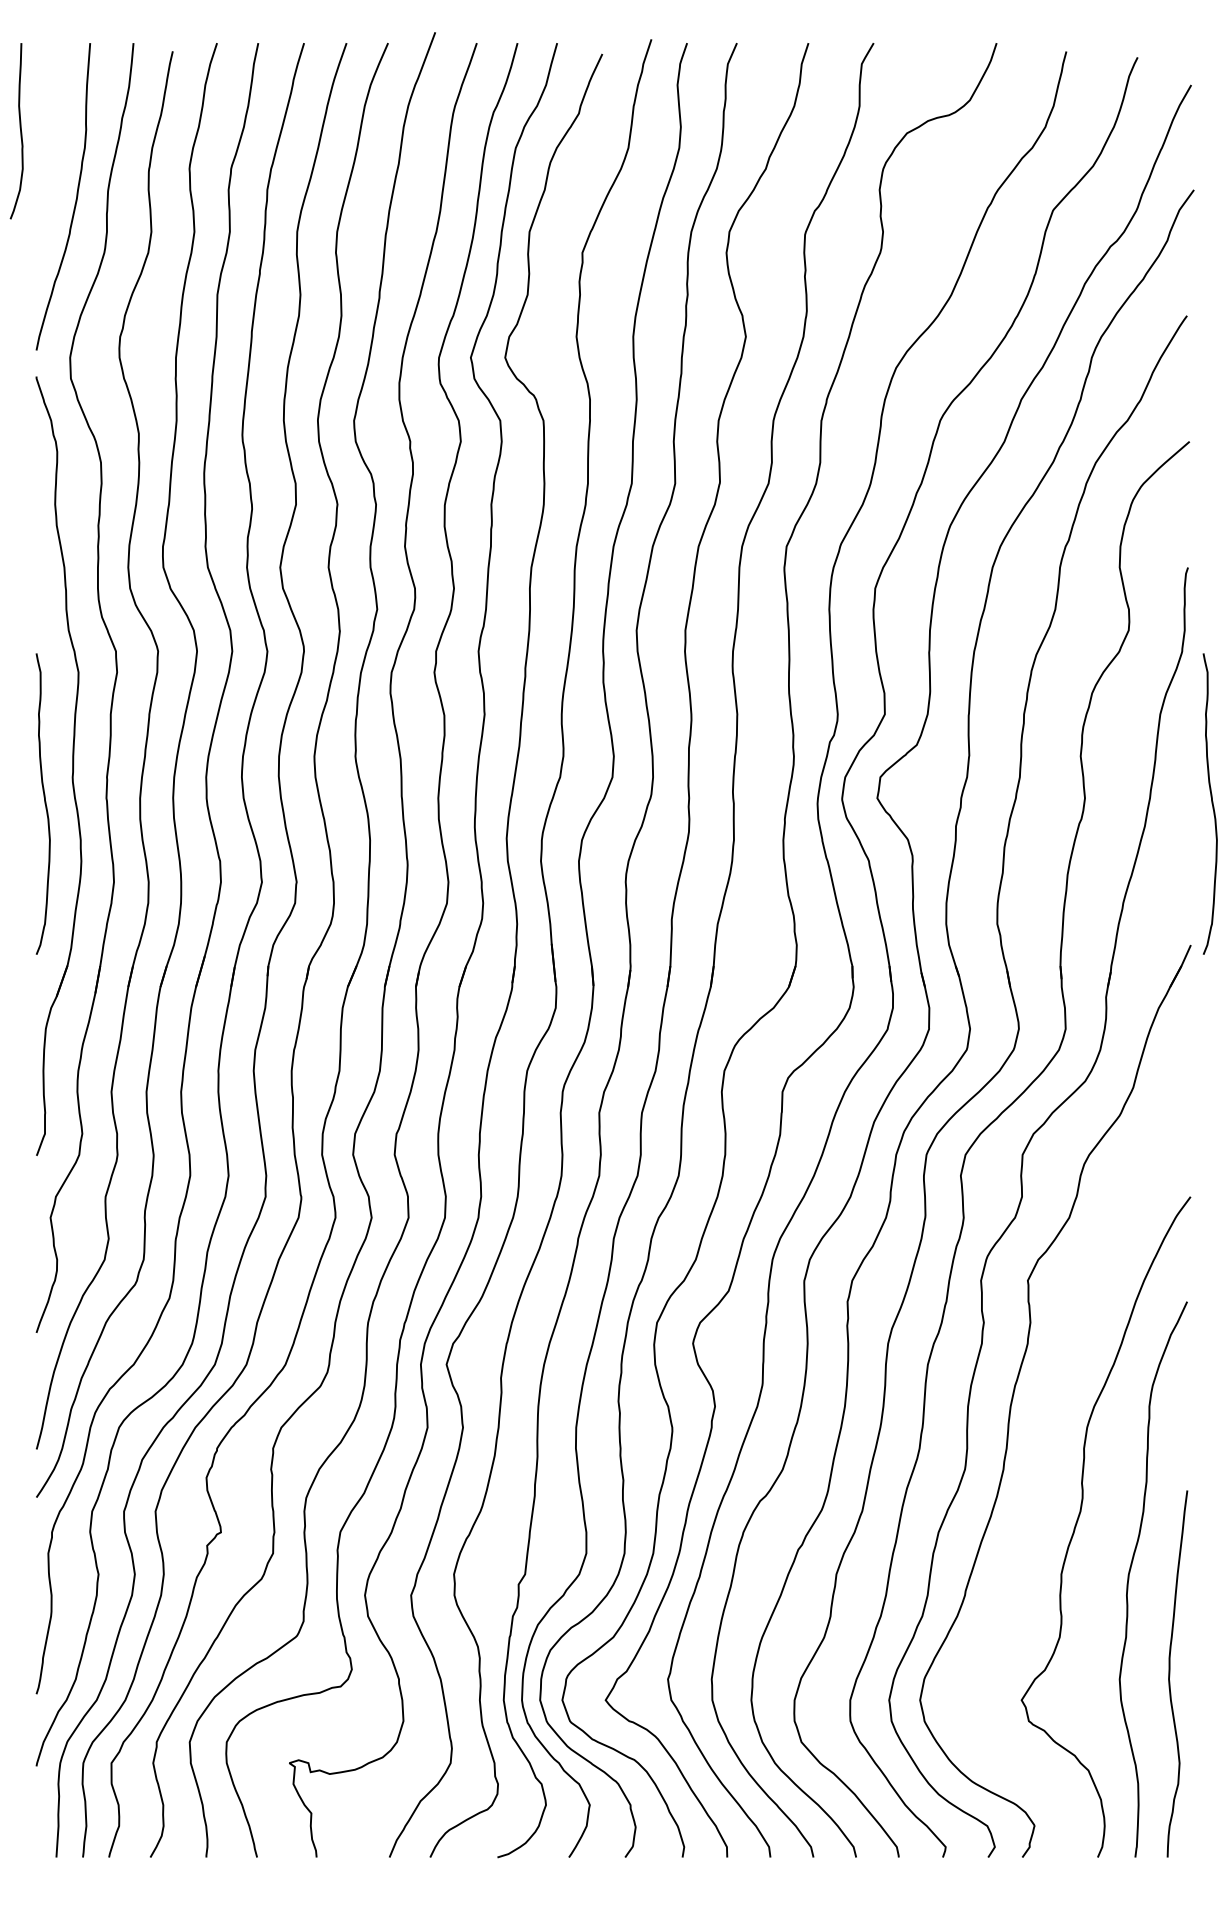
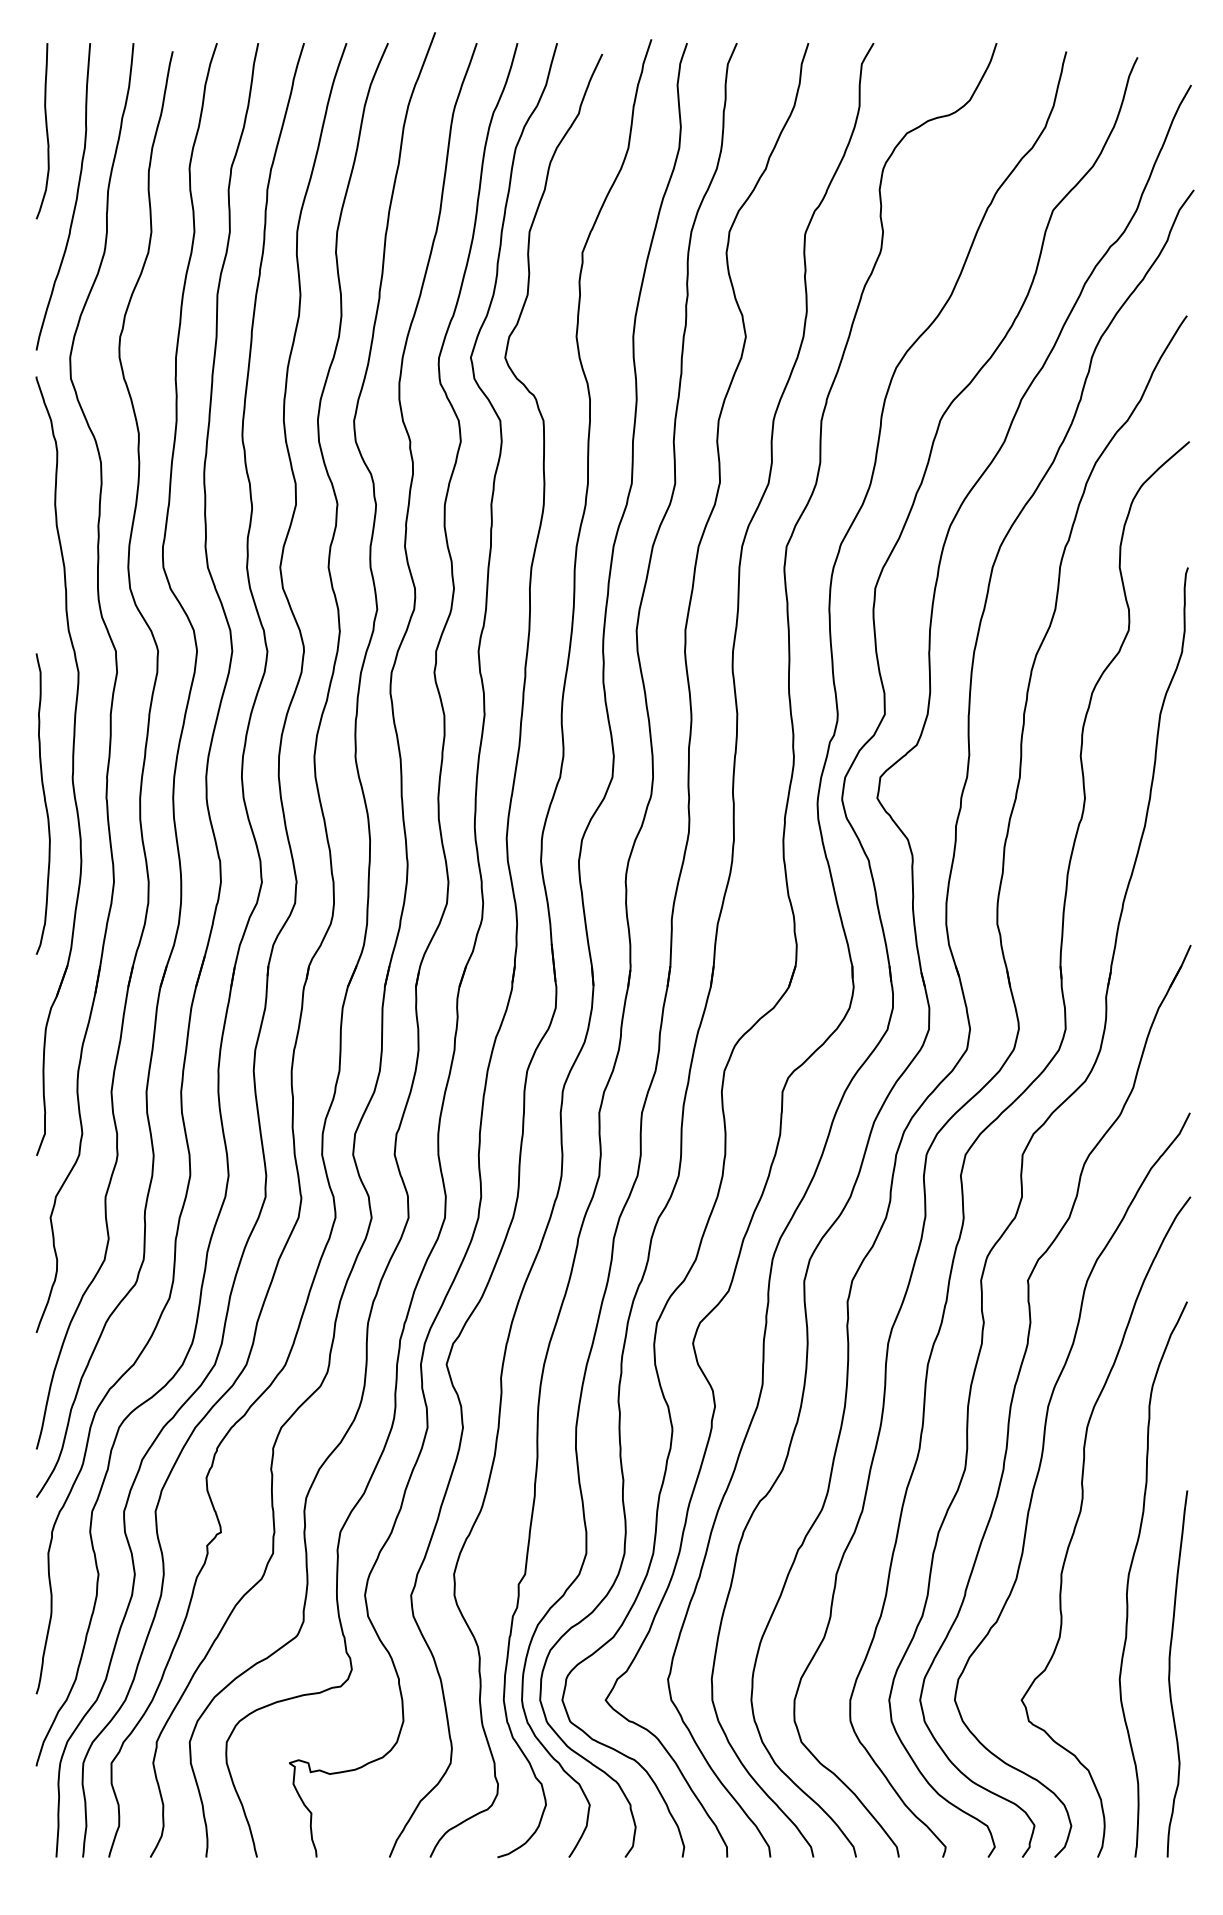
curve at (20, 131) position: (20, 131) -> (46, 131)
curve at (1211, 803): present -> none
curve at (1039, 1472): none -> present
